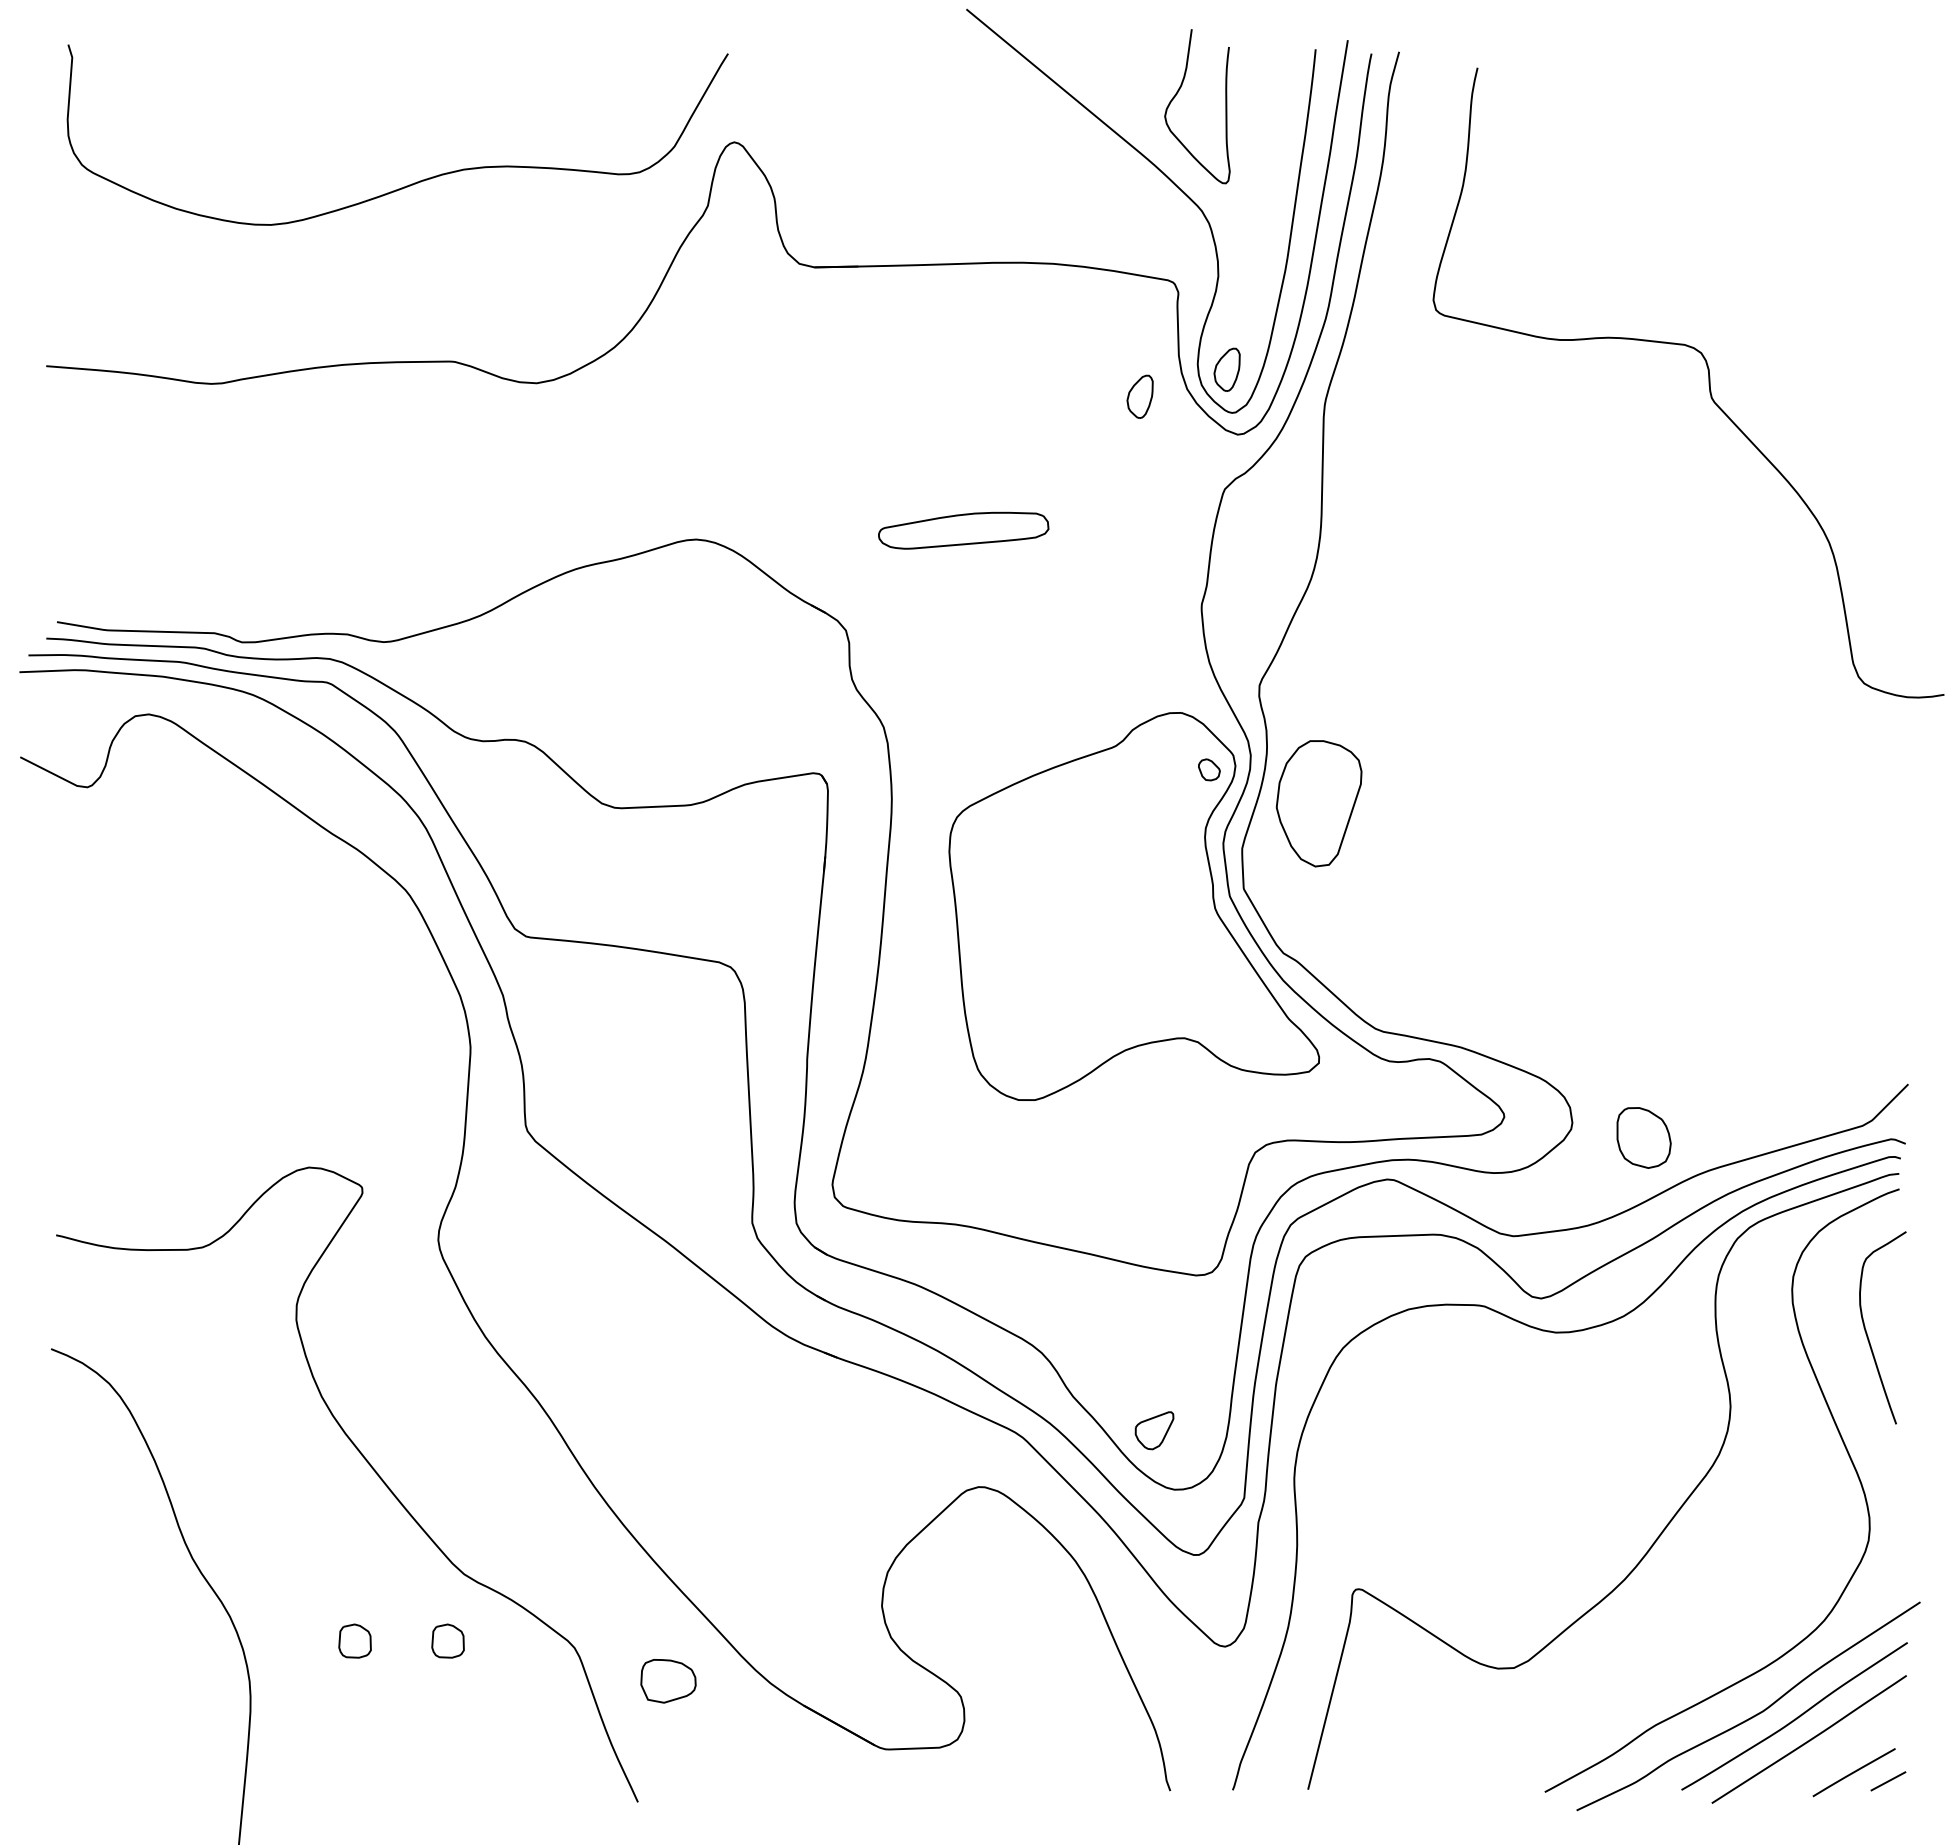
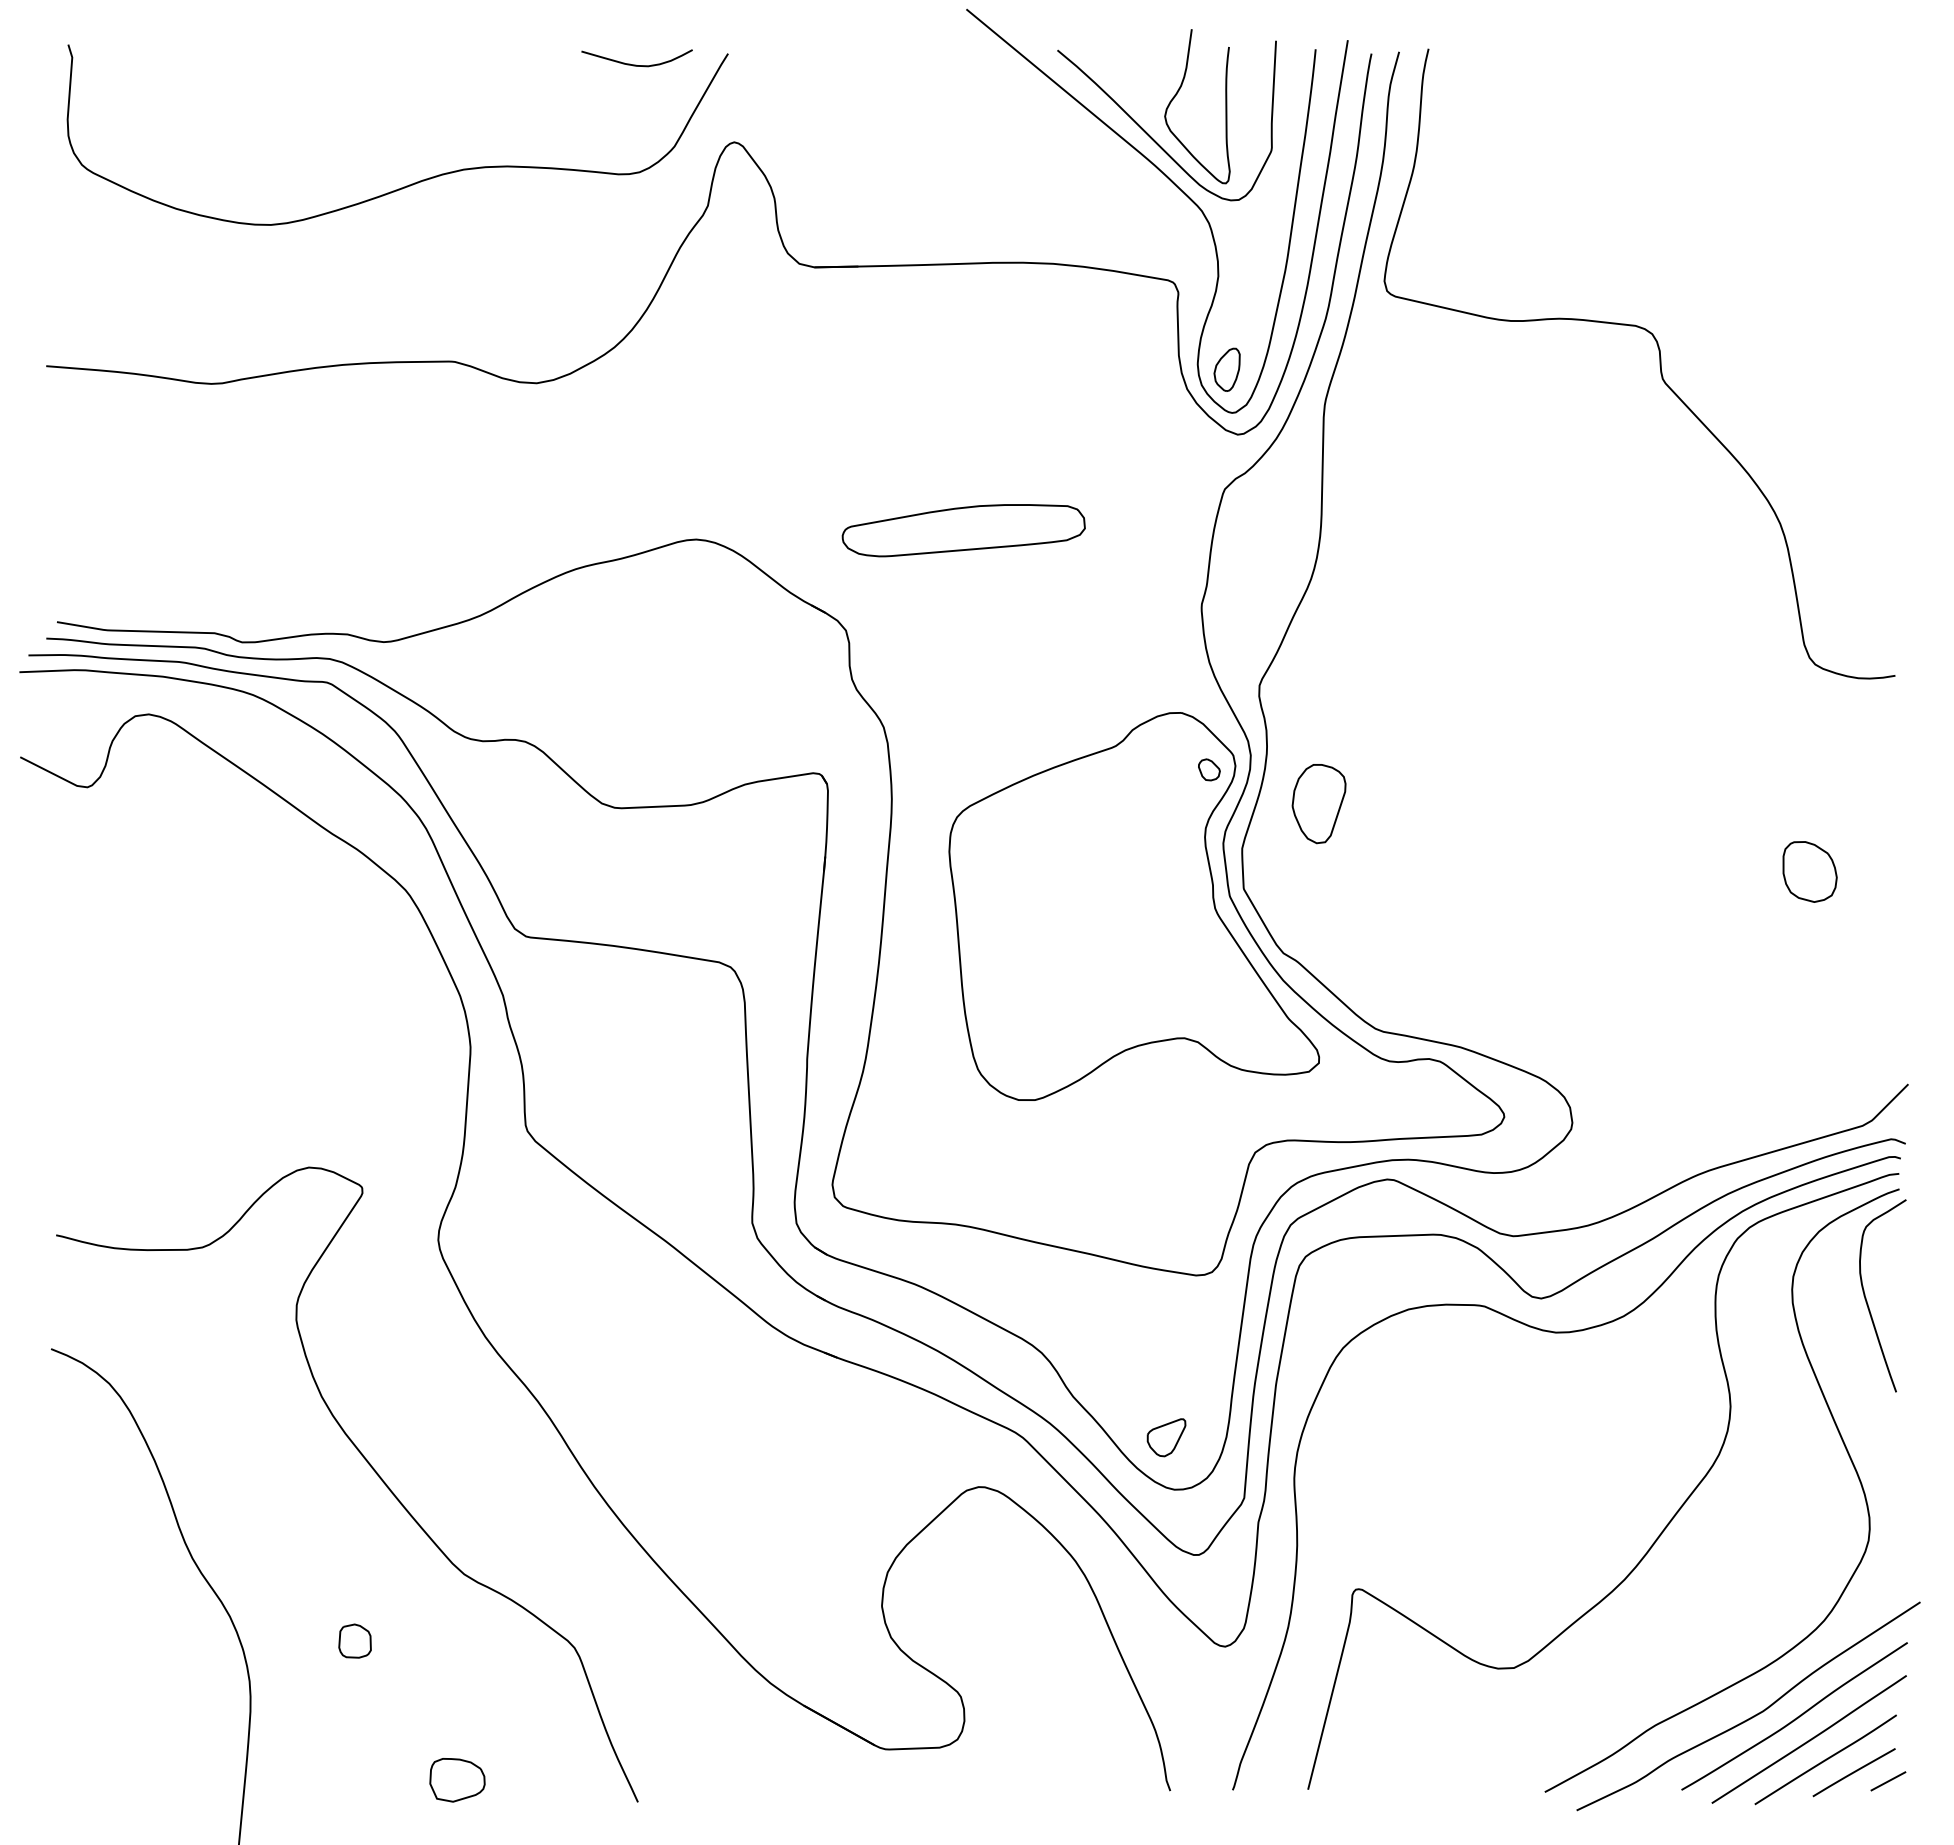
curve at (636, 64): none -> present
curve at (1150, 135): none -> present
curve at (1708, 382) position: (1708, 382) -> (1659, 363)
part at (1139, 396): present -> none
part at (963, 530) size: 172x39 px -> 245x54 px
part at (1318, 803) size: 88x128 px -> 56x81 px
part at (1643, 1137) position: (1643, 1137) -> (1809, 871)
curve at (1867, 1332) position: (1867, 1332) -> (1867, 1300)
part at (1154, 1430) position: (1154, 1430) -> (1166, 1437)
part at (447, 1640): present -> none
part at (668, 1681) position: (668, 1681) -> (457, 1780)
curve at (1825, 1759): none -> present
